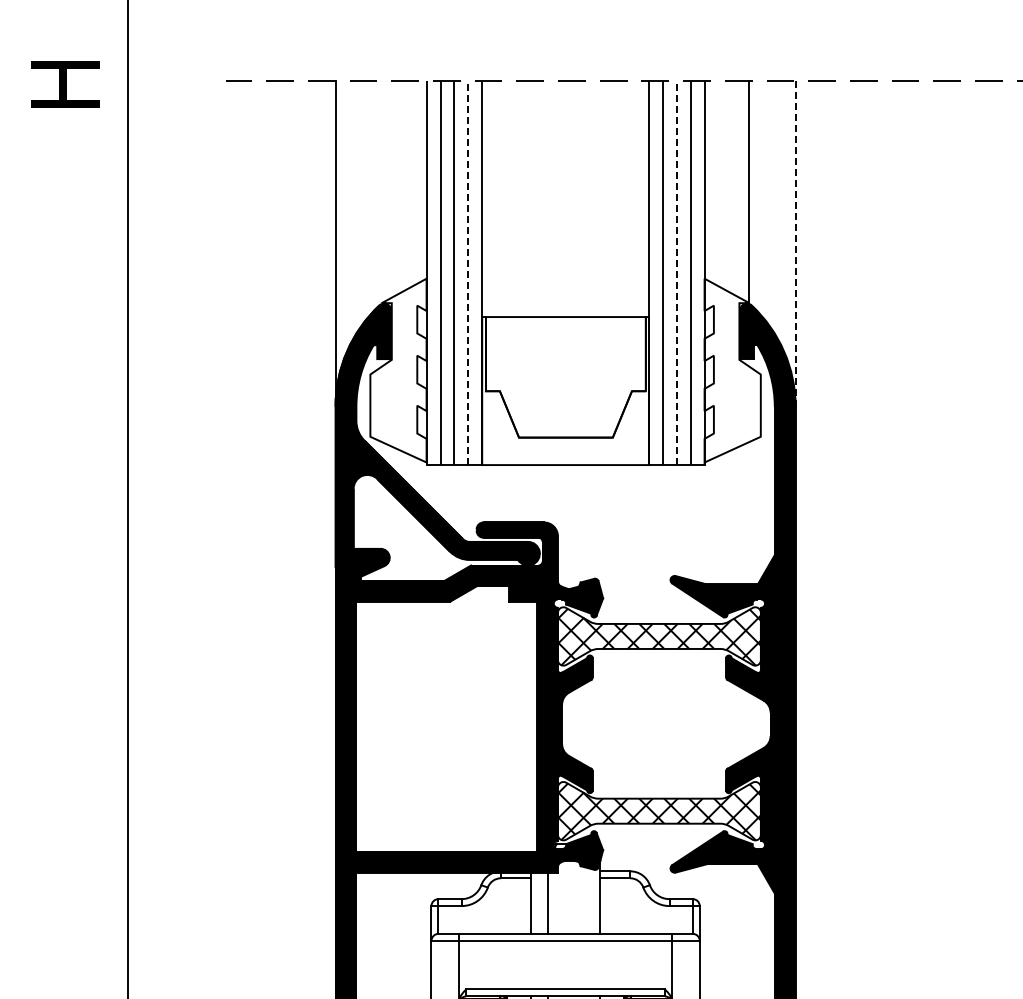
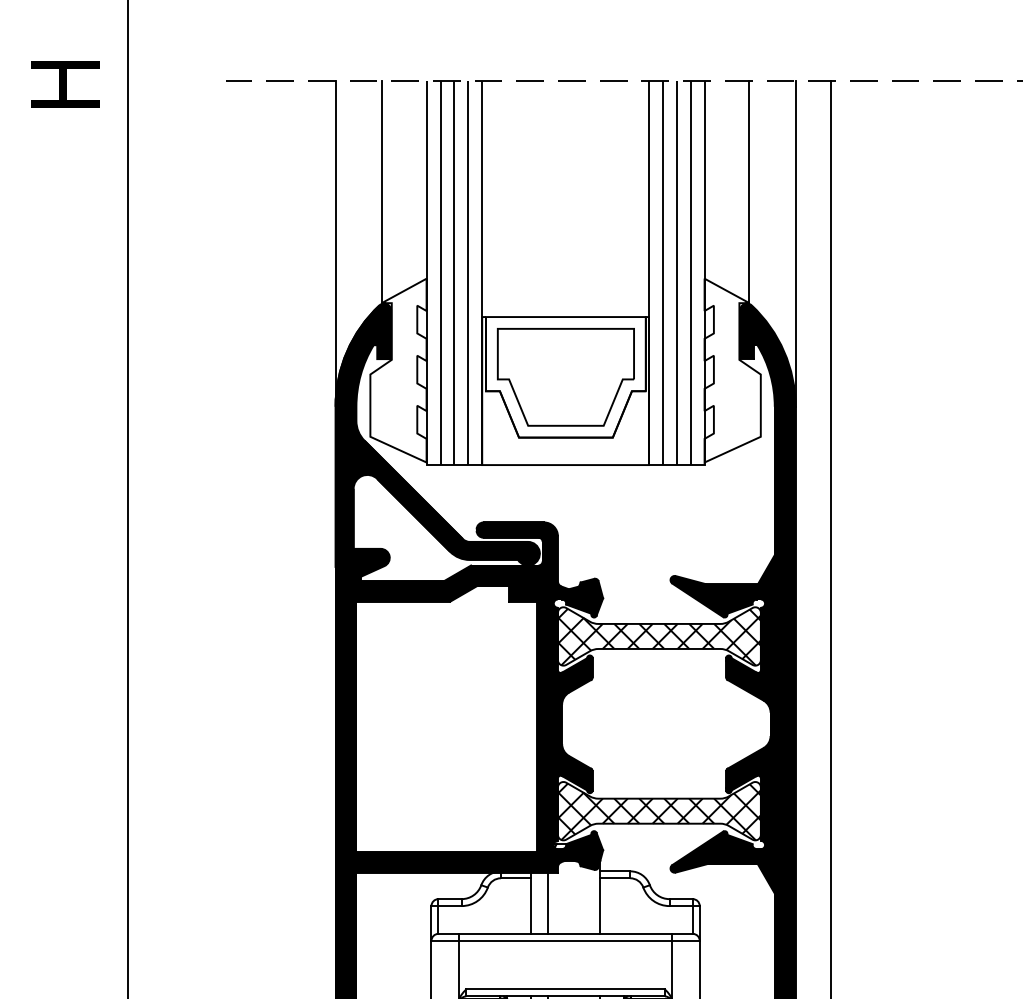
line at (381, 192): none -> present
line at (795, 243): dashed -> solid
line at (468, 273): dashed -> solid
line at (676, 273): dashed -> solid
part at (565, 377): none -> present
line at (831, 538): none -> present
